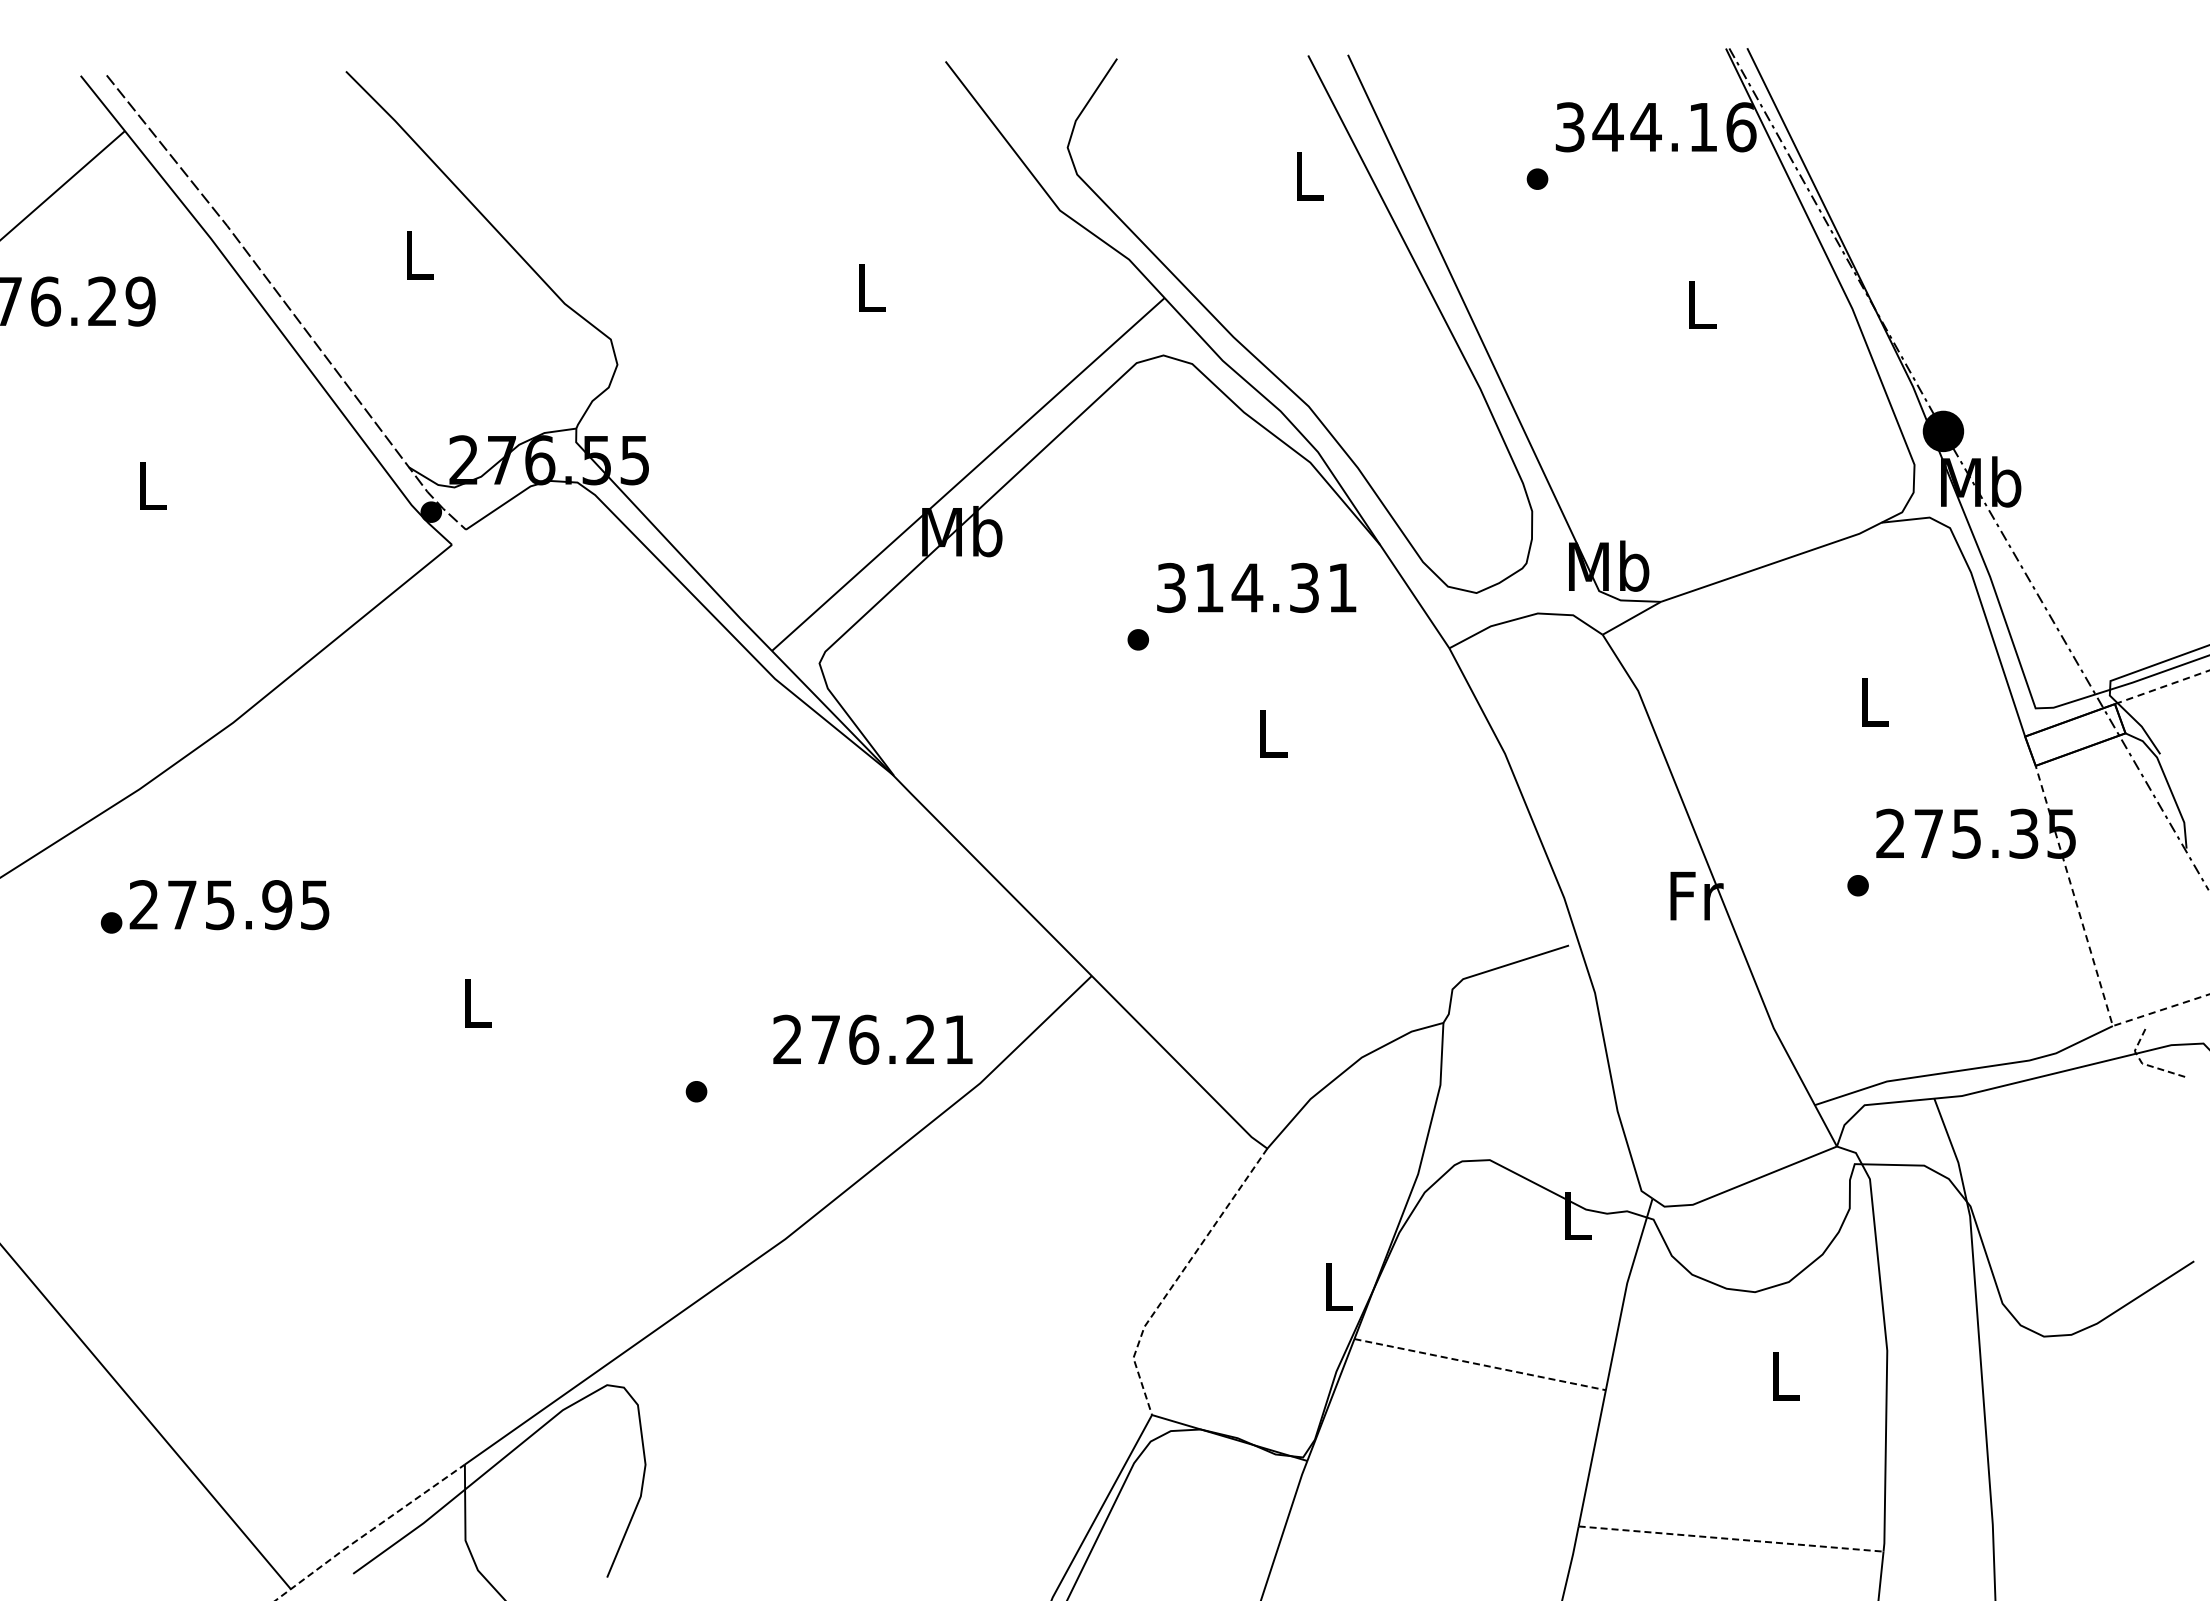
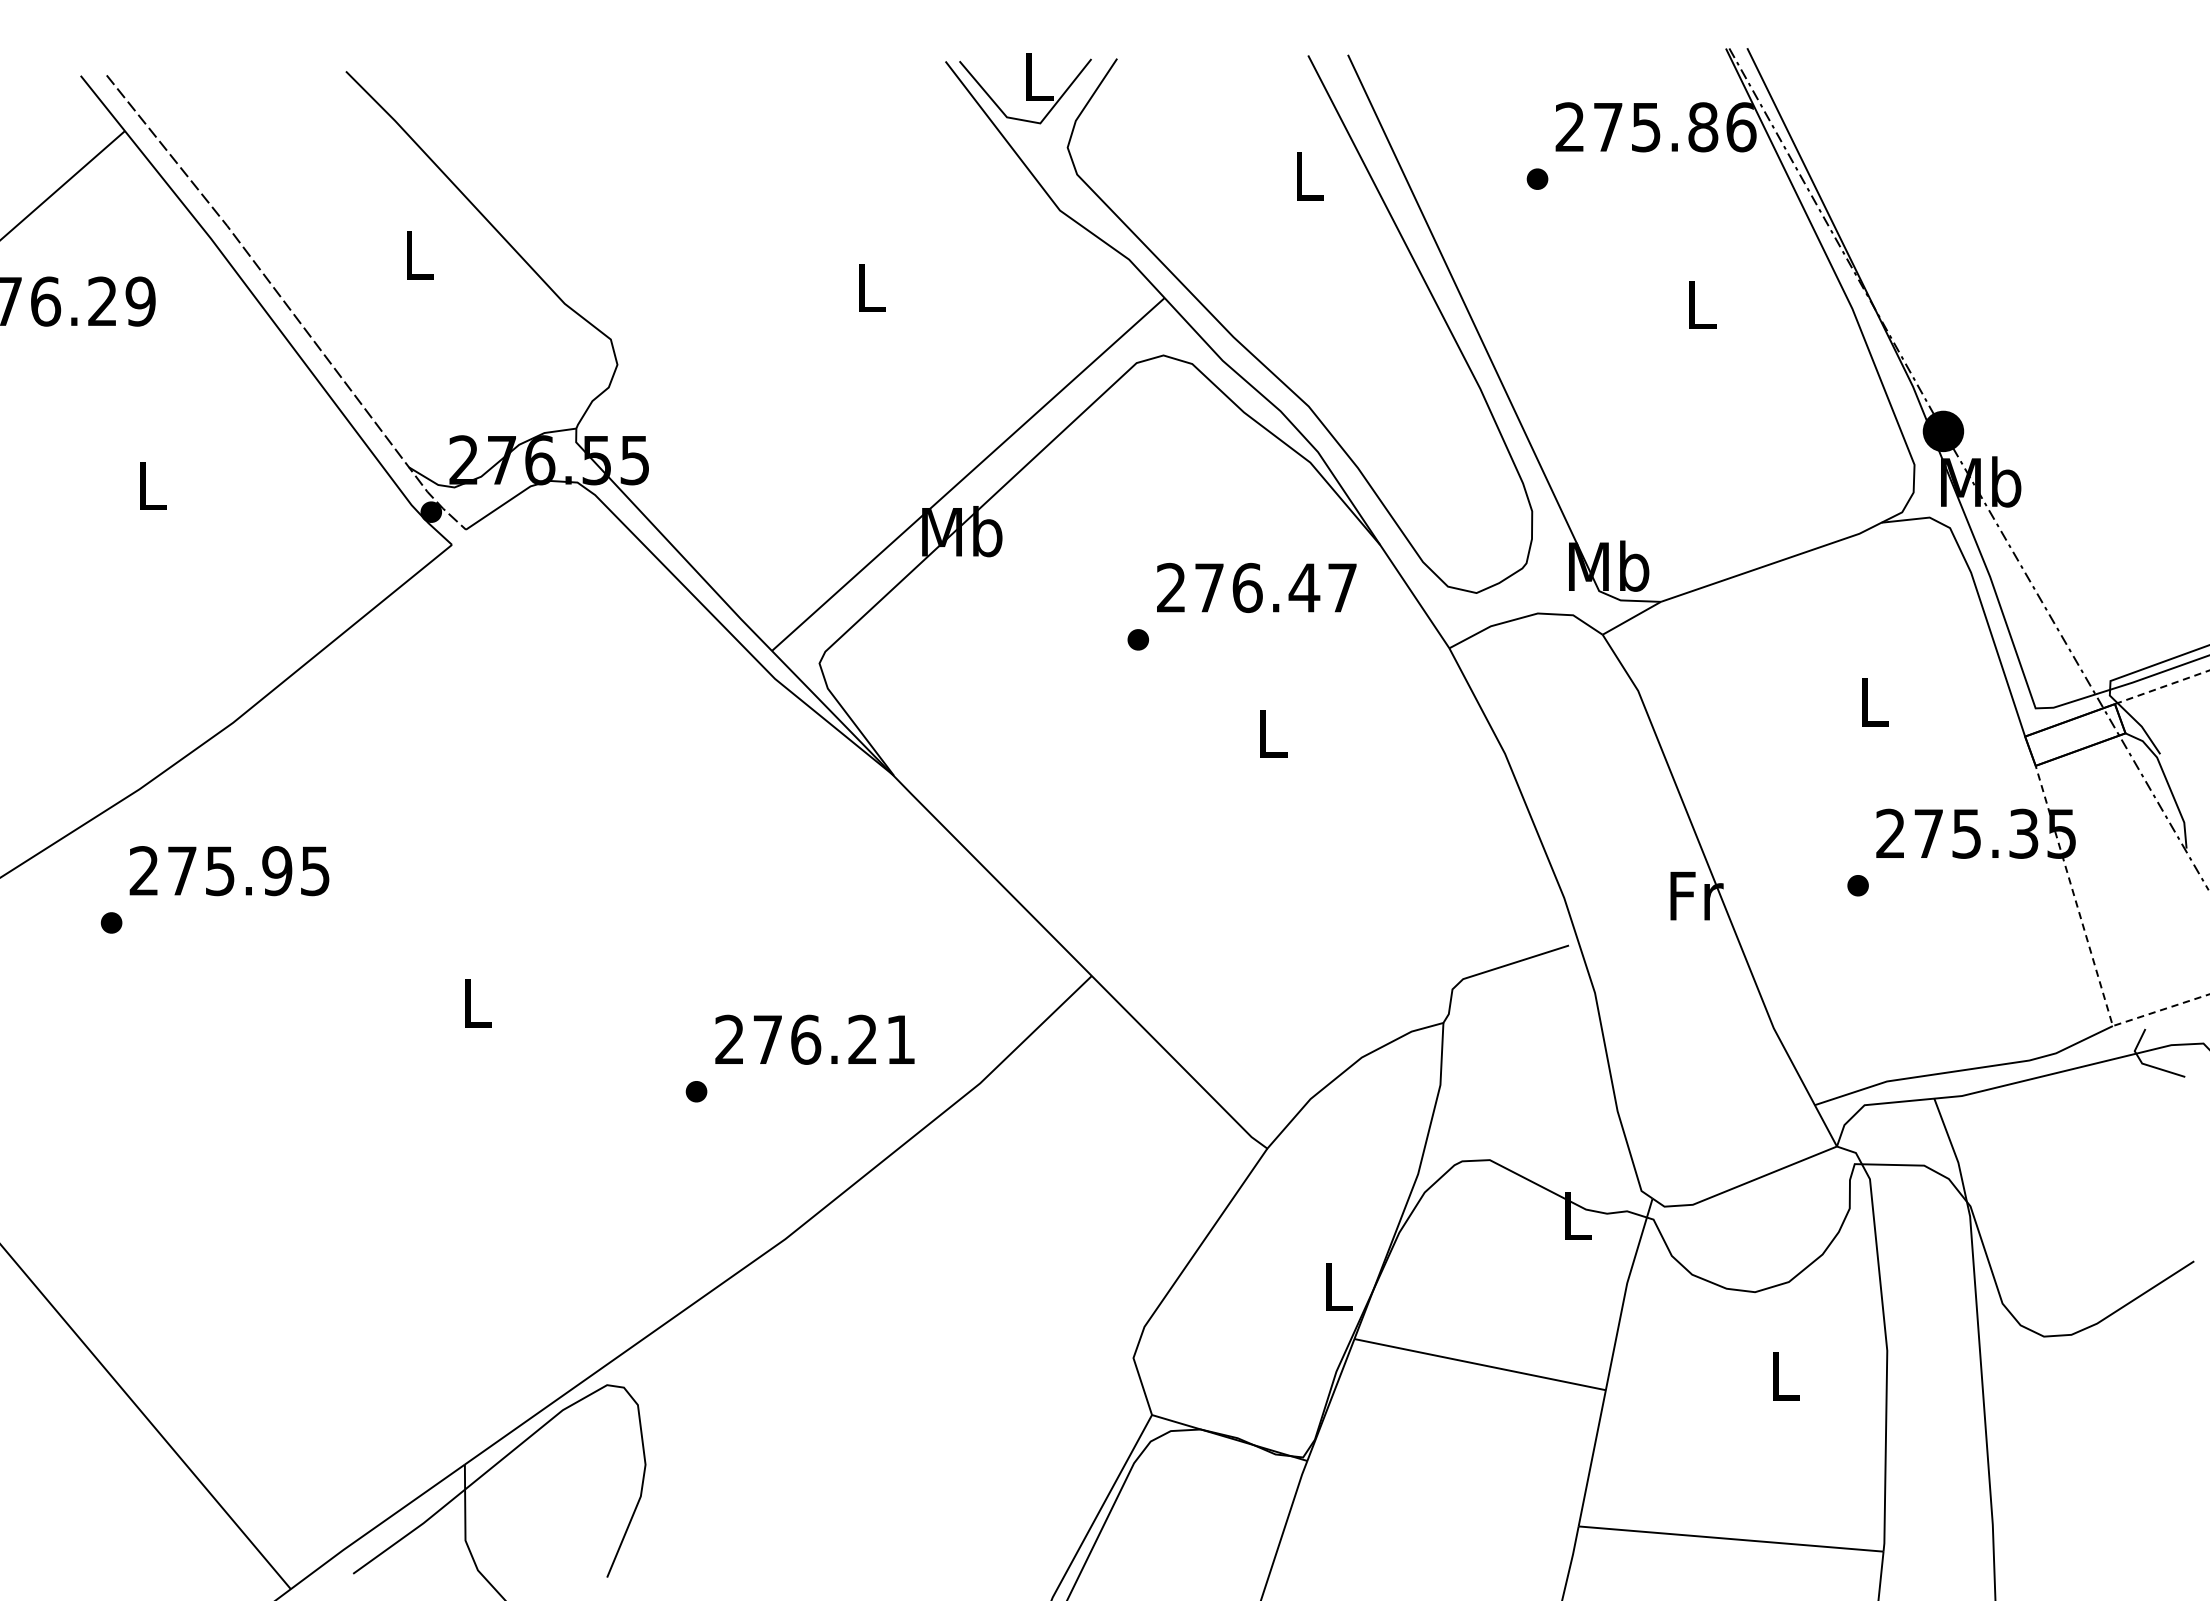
part at (1025, 88): none -> present
text at (1636, 127): 344.16 -> 275.86
text at (1256, 587): 314.31 -> 276.47
text at (229, 905) position: (229, 905) -> (229, 871)
text at (872, 1039) position: (872, 1039) -> (814, 1039)
line at (2144, 1064): dashed -> solid
line at (1178, 1277): dashed -> solid
line at (1480, 1364): dashed -> solid
line at (369, 1531): dashed -> solid
line at (1731, 1539): dashed -> solid
